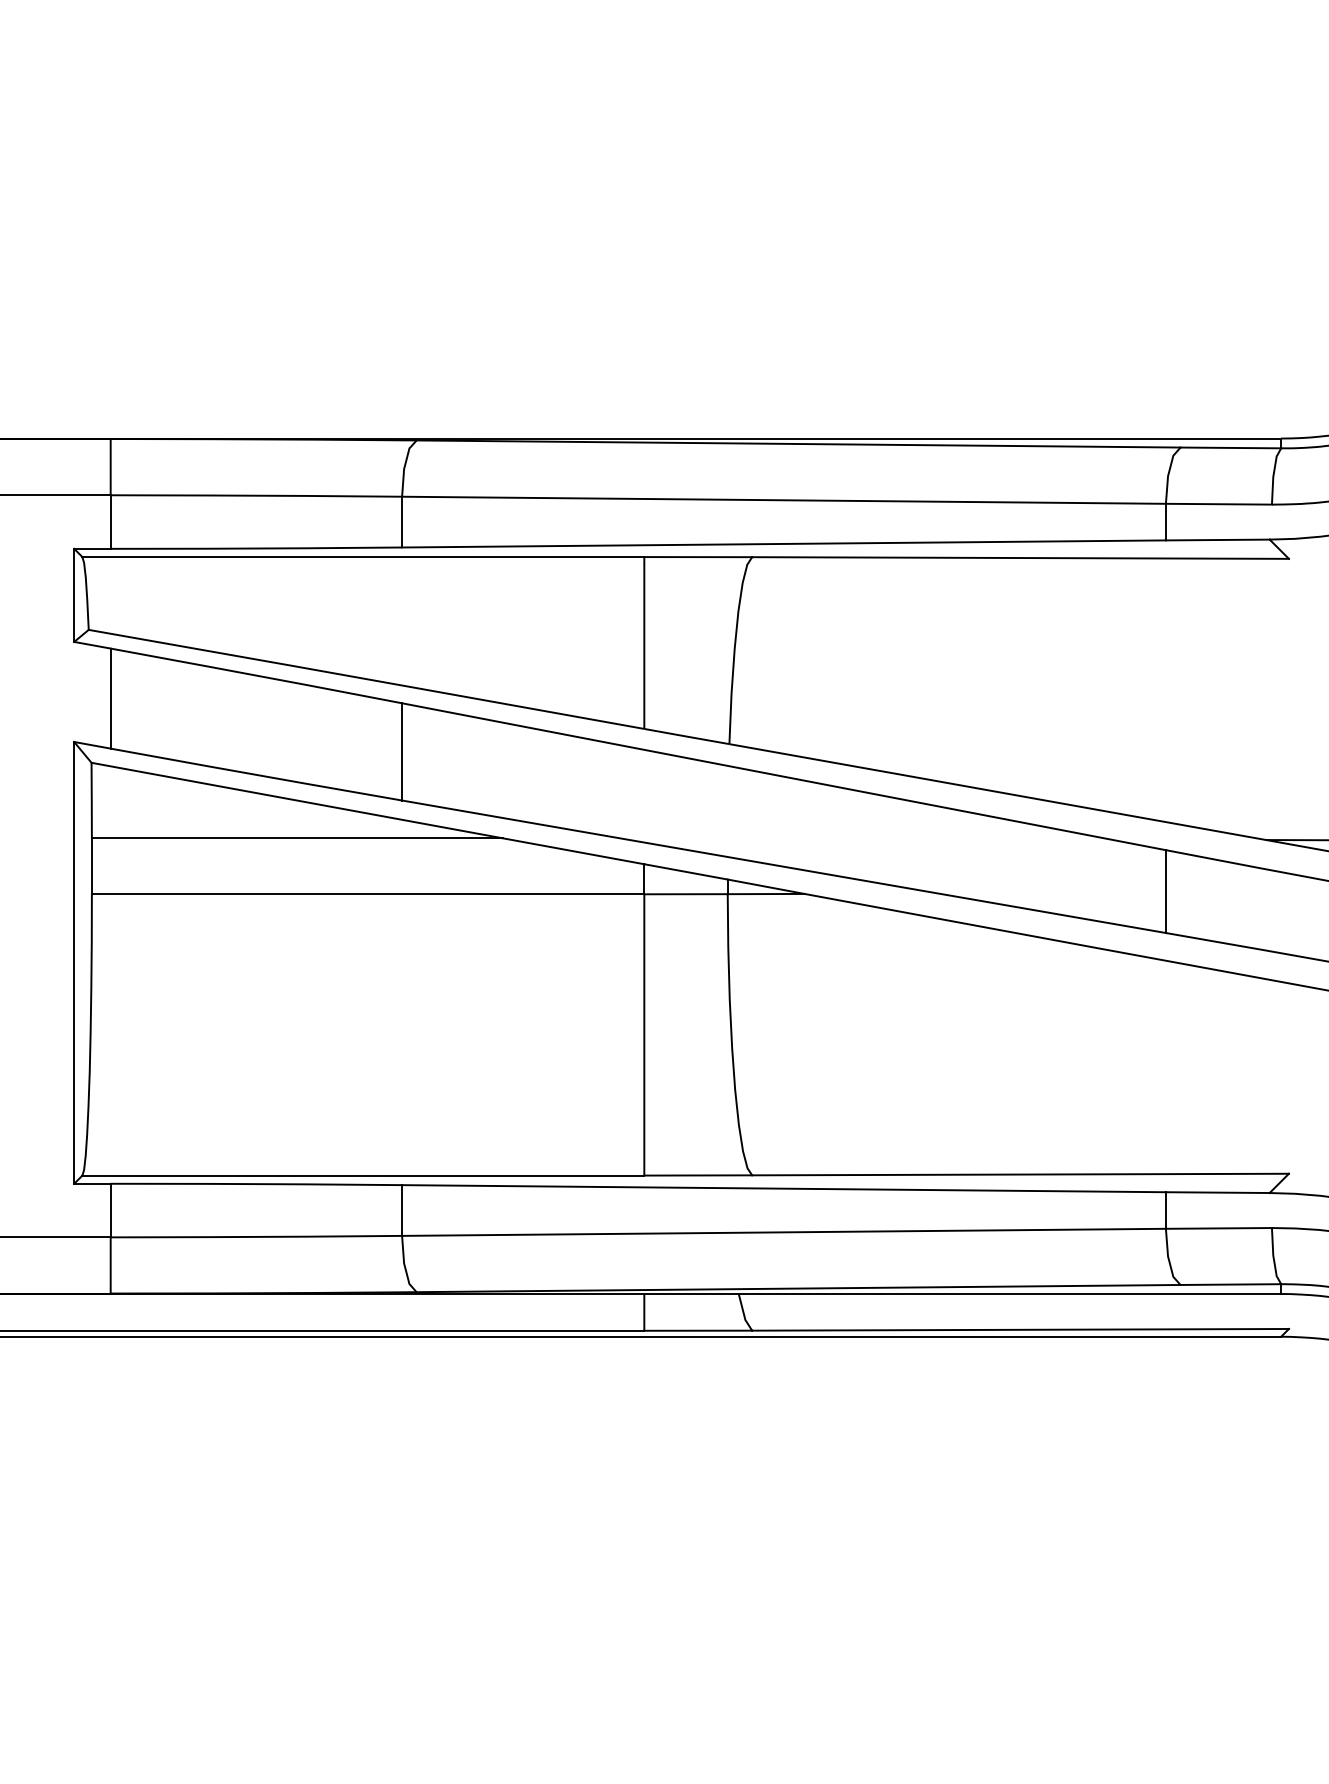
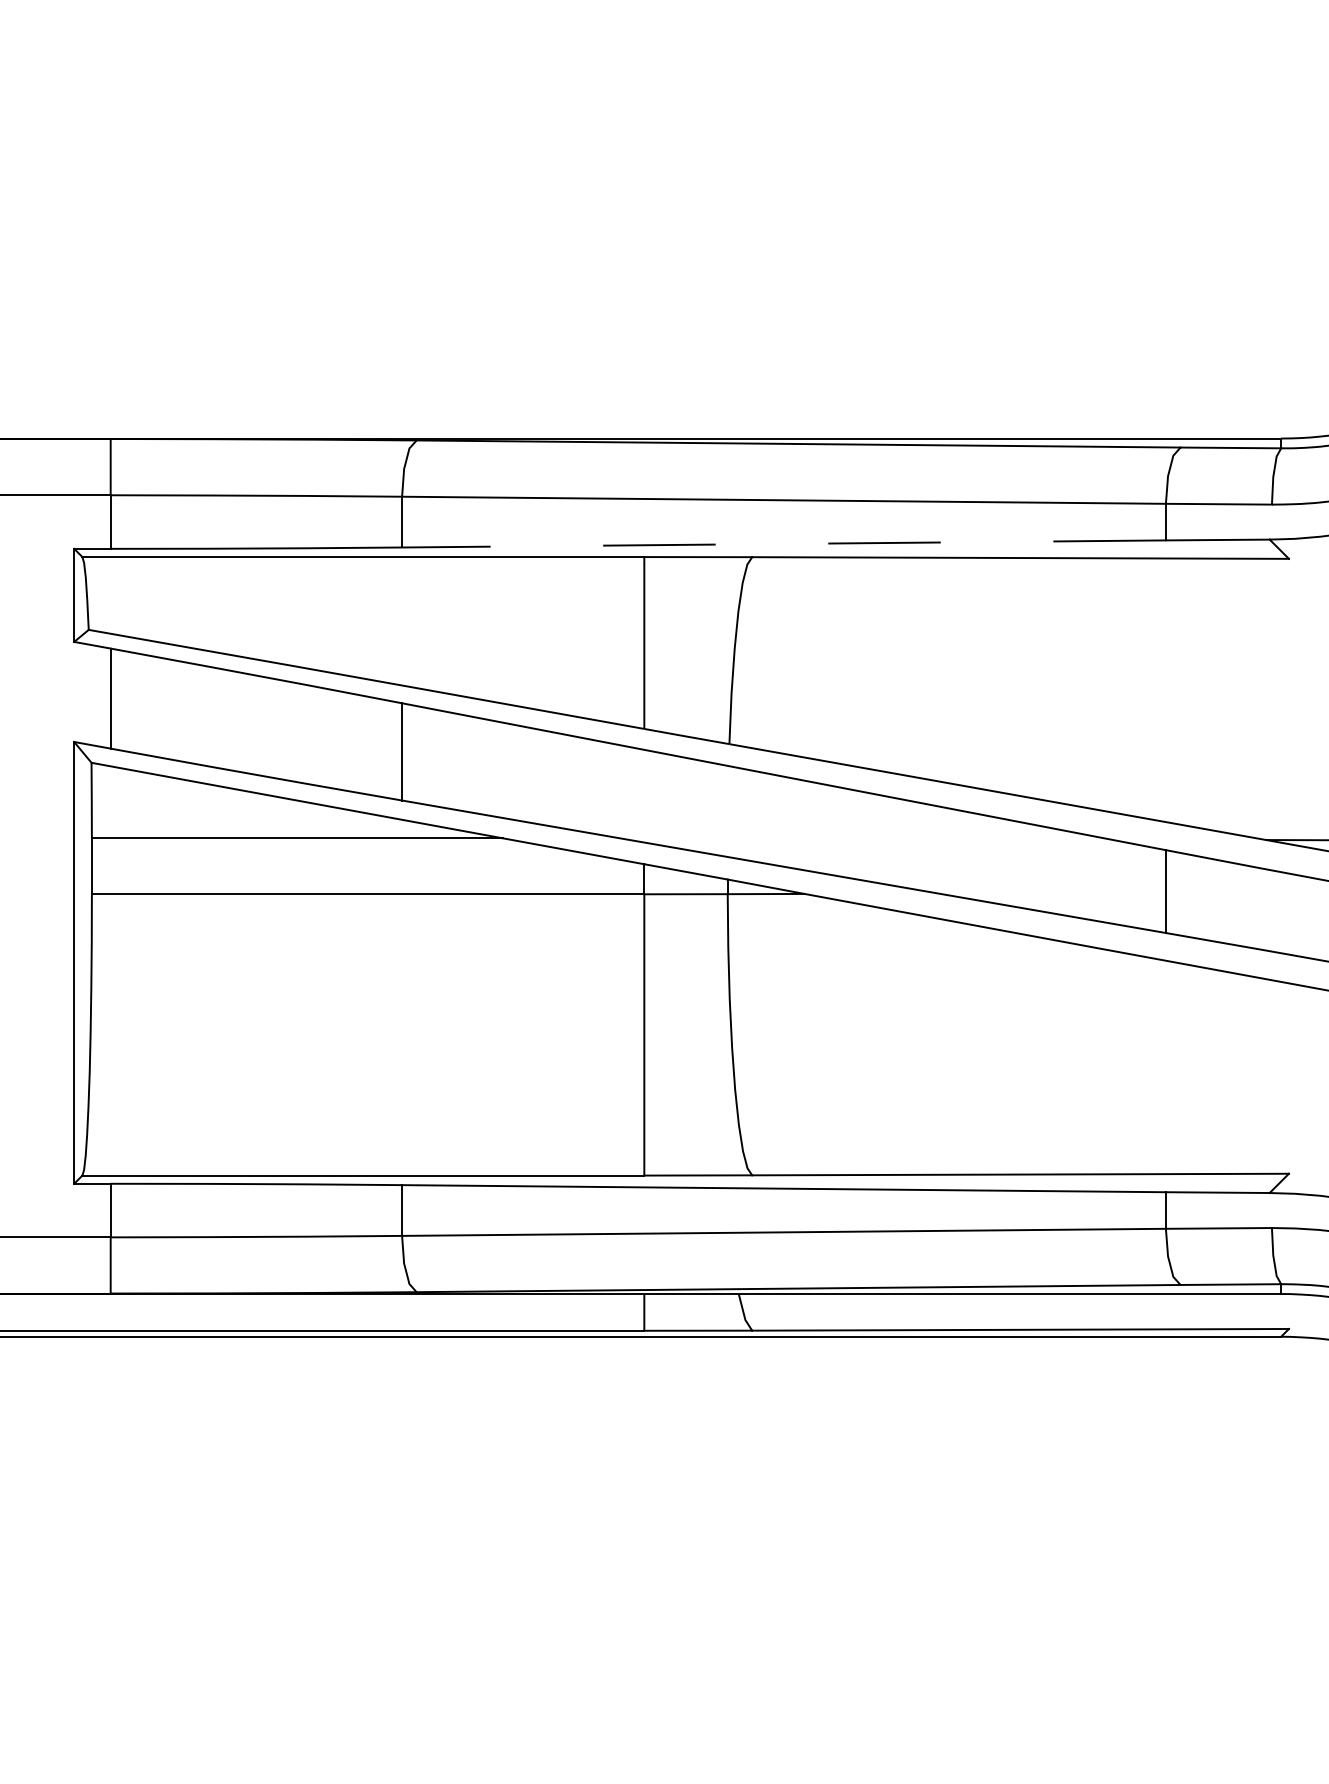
line at (784, 543): solid -> dashed
